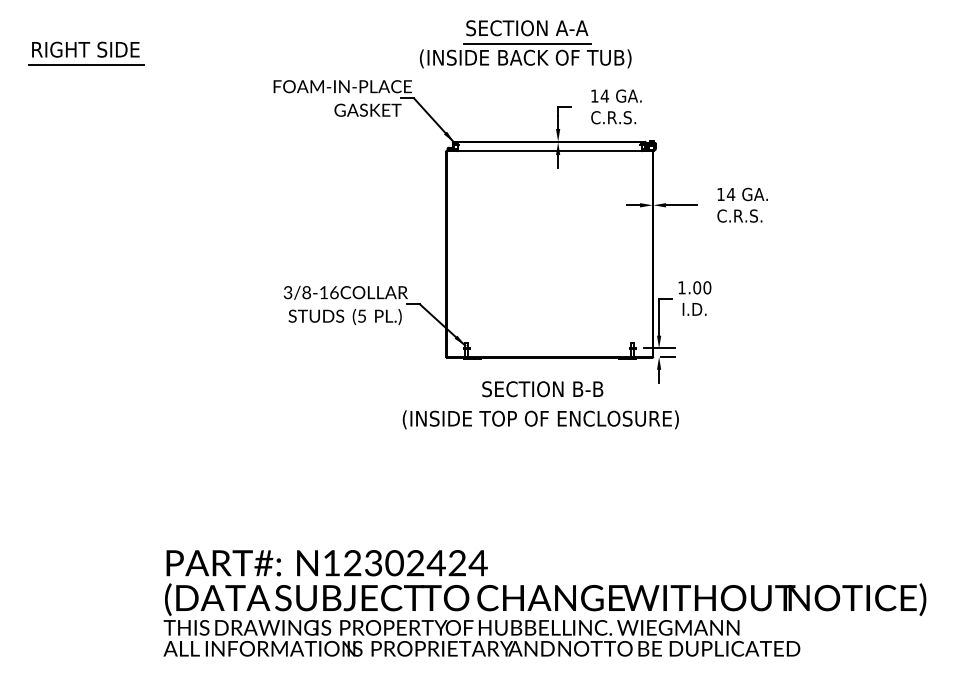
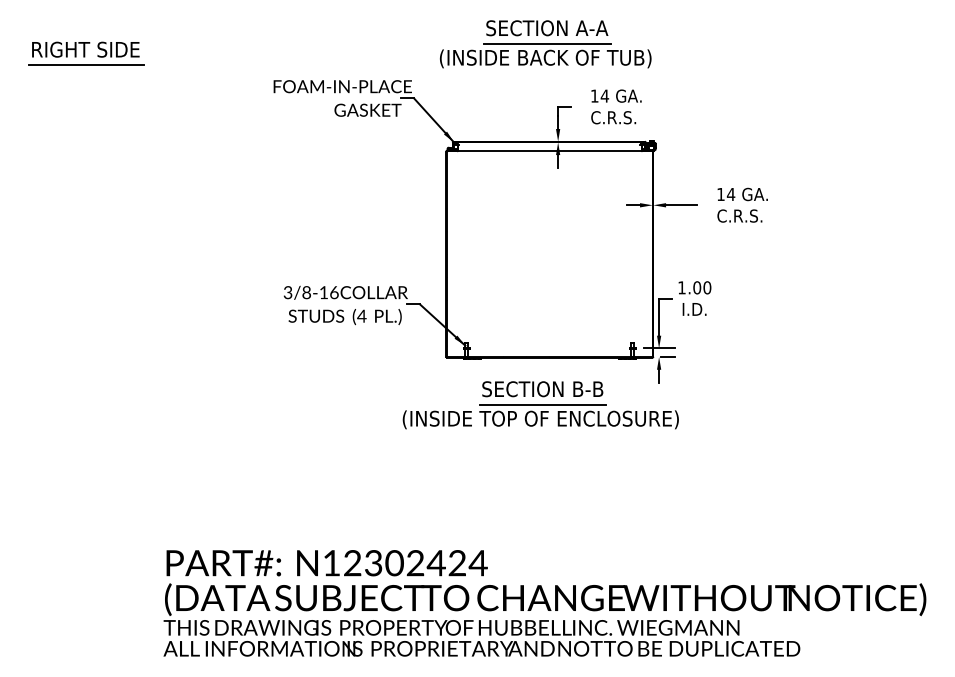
part at (525, 44) position: (525, 44) -> (545, 44)
text at (361, 315): (5 -> (4
line at (543, 404): none -> present
